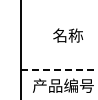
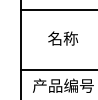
line at (57, 10): none -> present
text at (68, 35) position: (68, 35) -> (63, 38)
line at (59, 70): dashed -> solid
